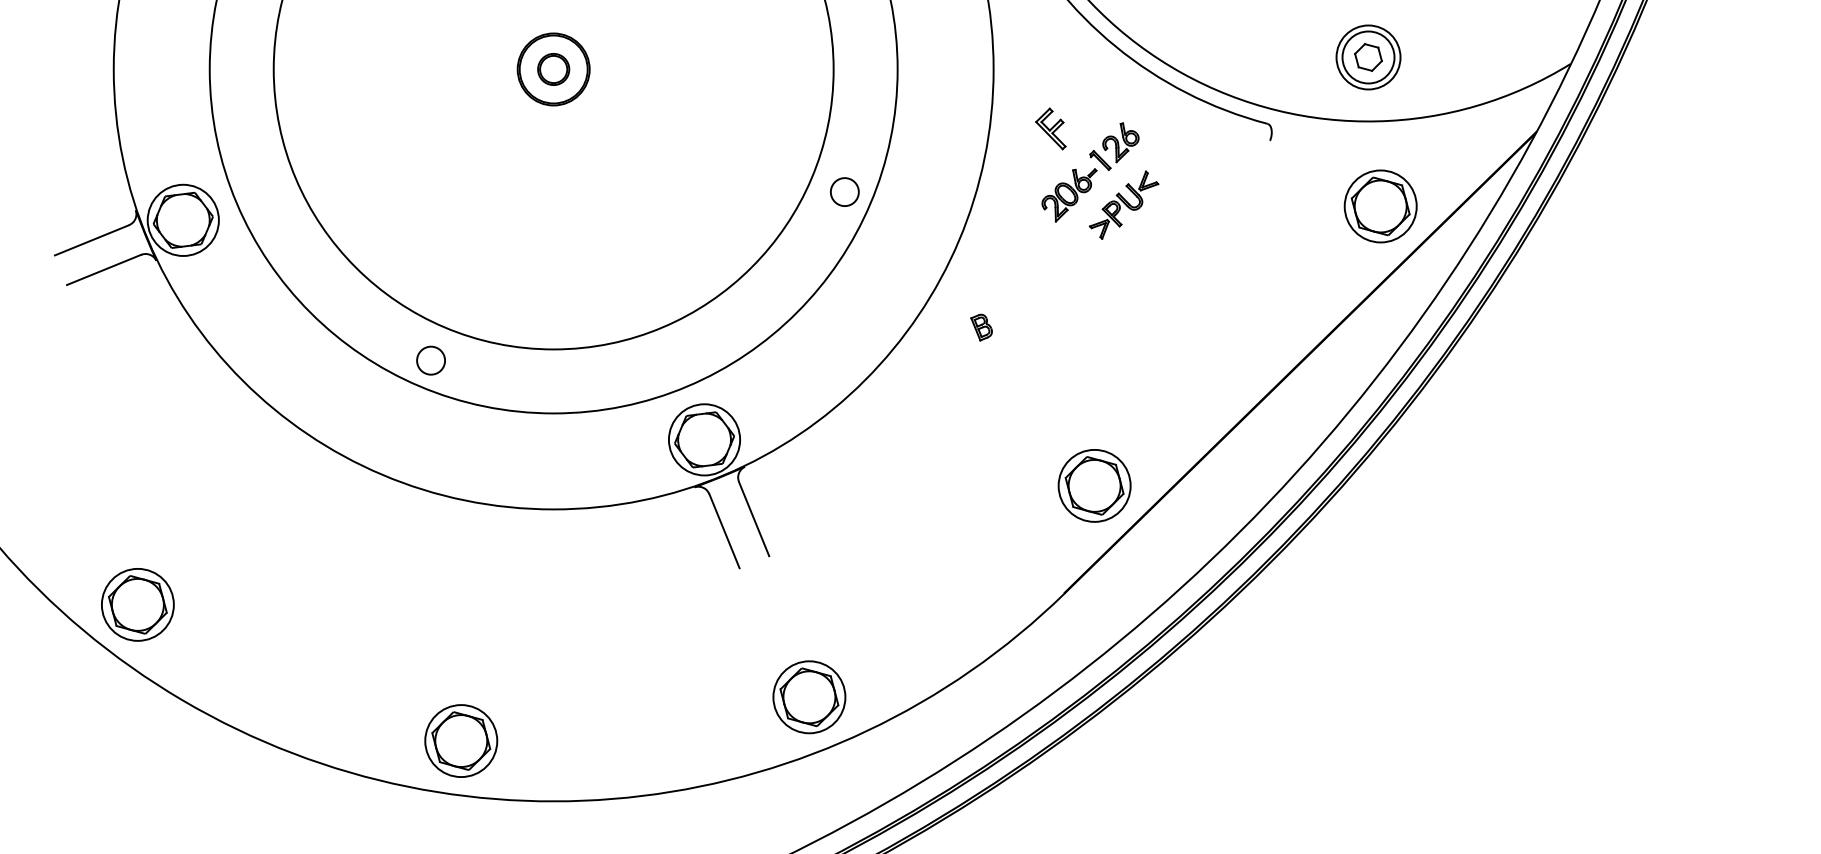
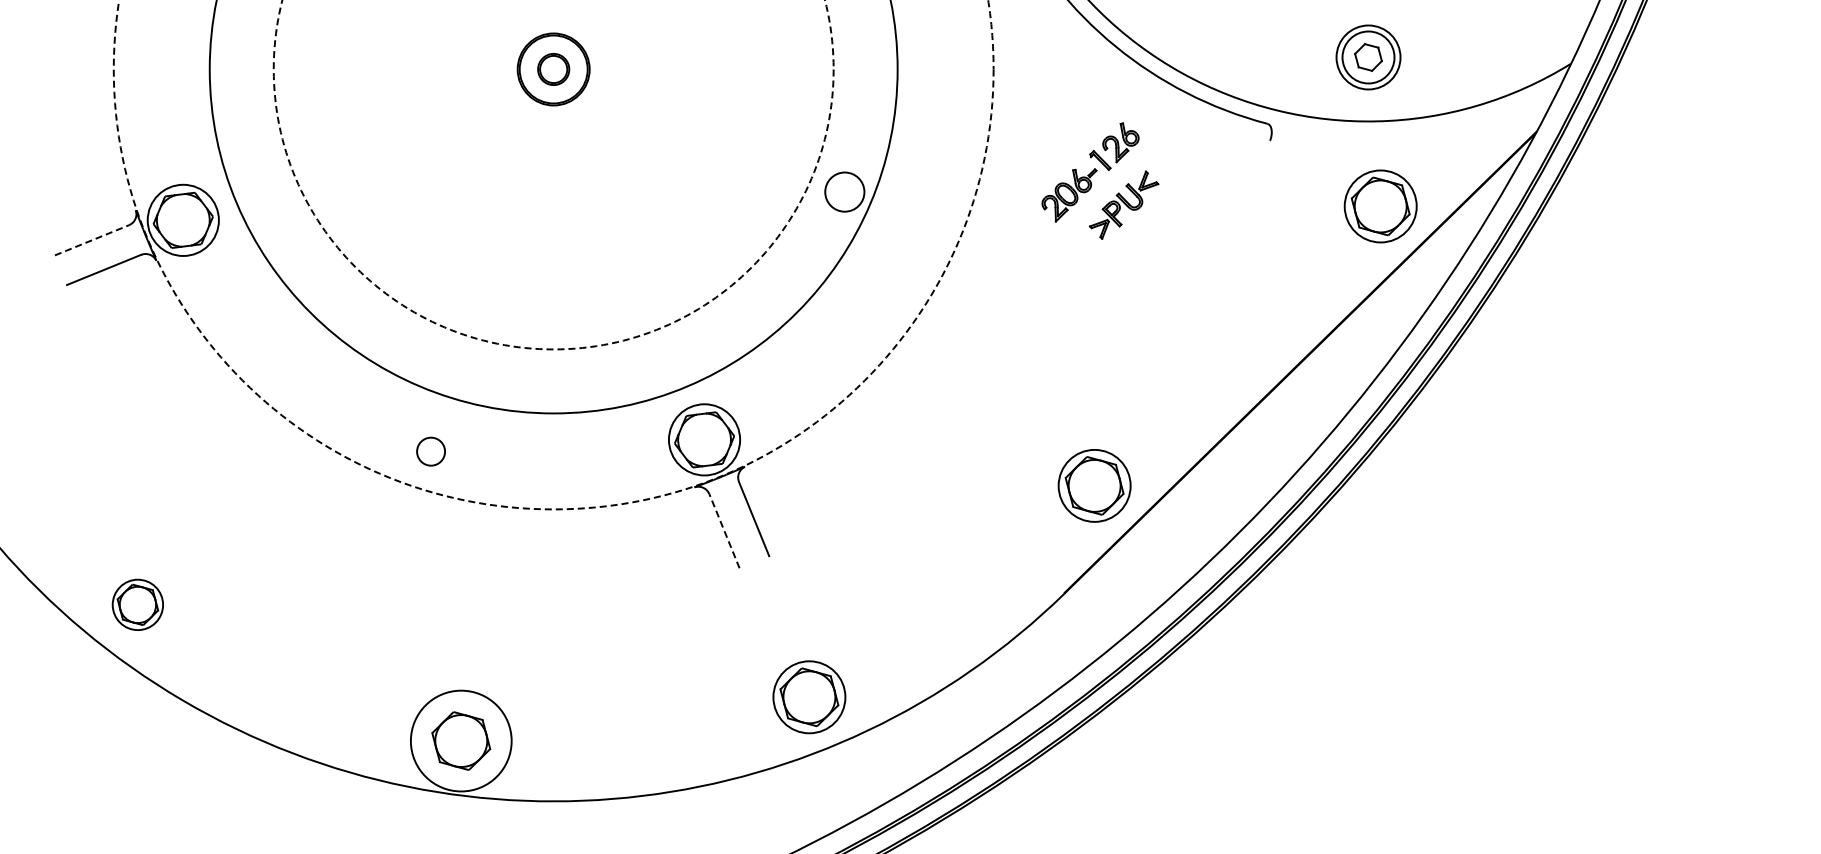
part at (1050, 128): present -> none
circle at (553, 174): solid -> dashed
circle at (844, 192) diameter: 28 px -> 39 px
line at (91, 240): solid -> dashed
circle at (553, 254): solid -> dashed
part at (981, 327): present -> none
circle at (430, 360) position: (430, 360) -> (430, 451)
line at (724, 531): solid -> dashed
part at (137, 604) size: 74x74 px -> 53x53 px
circle at (461, 741) diameter: 72 px -> 101 px
